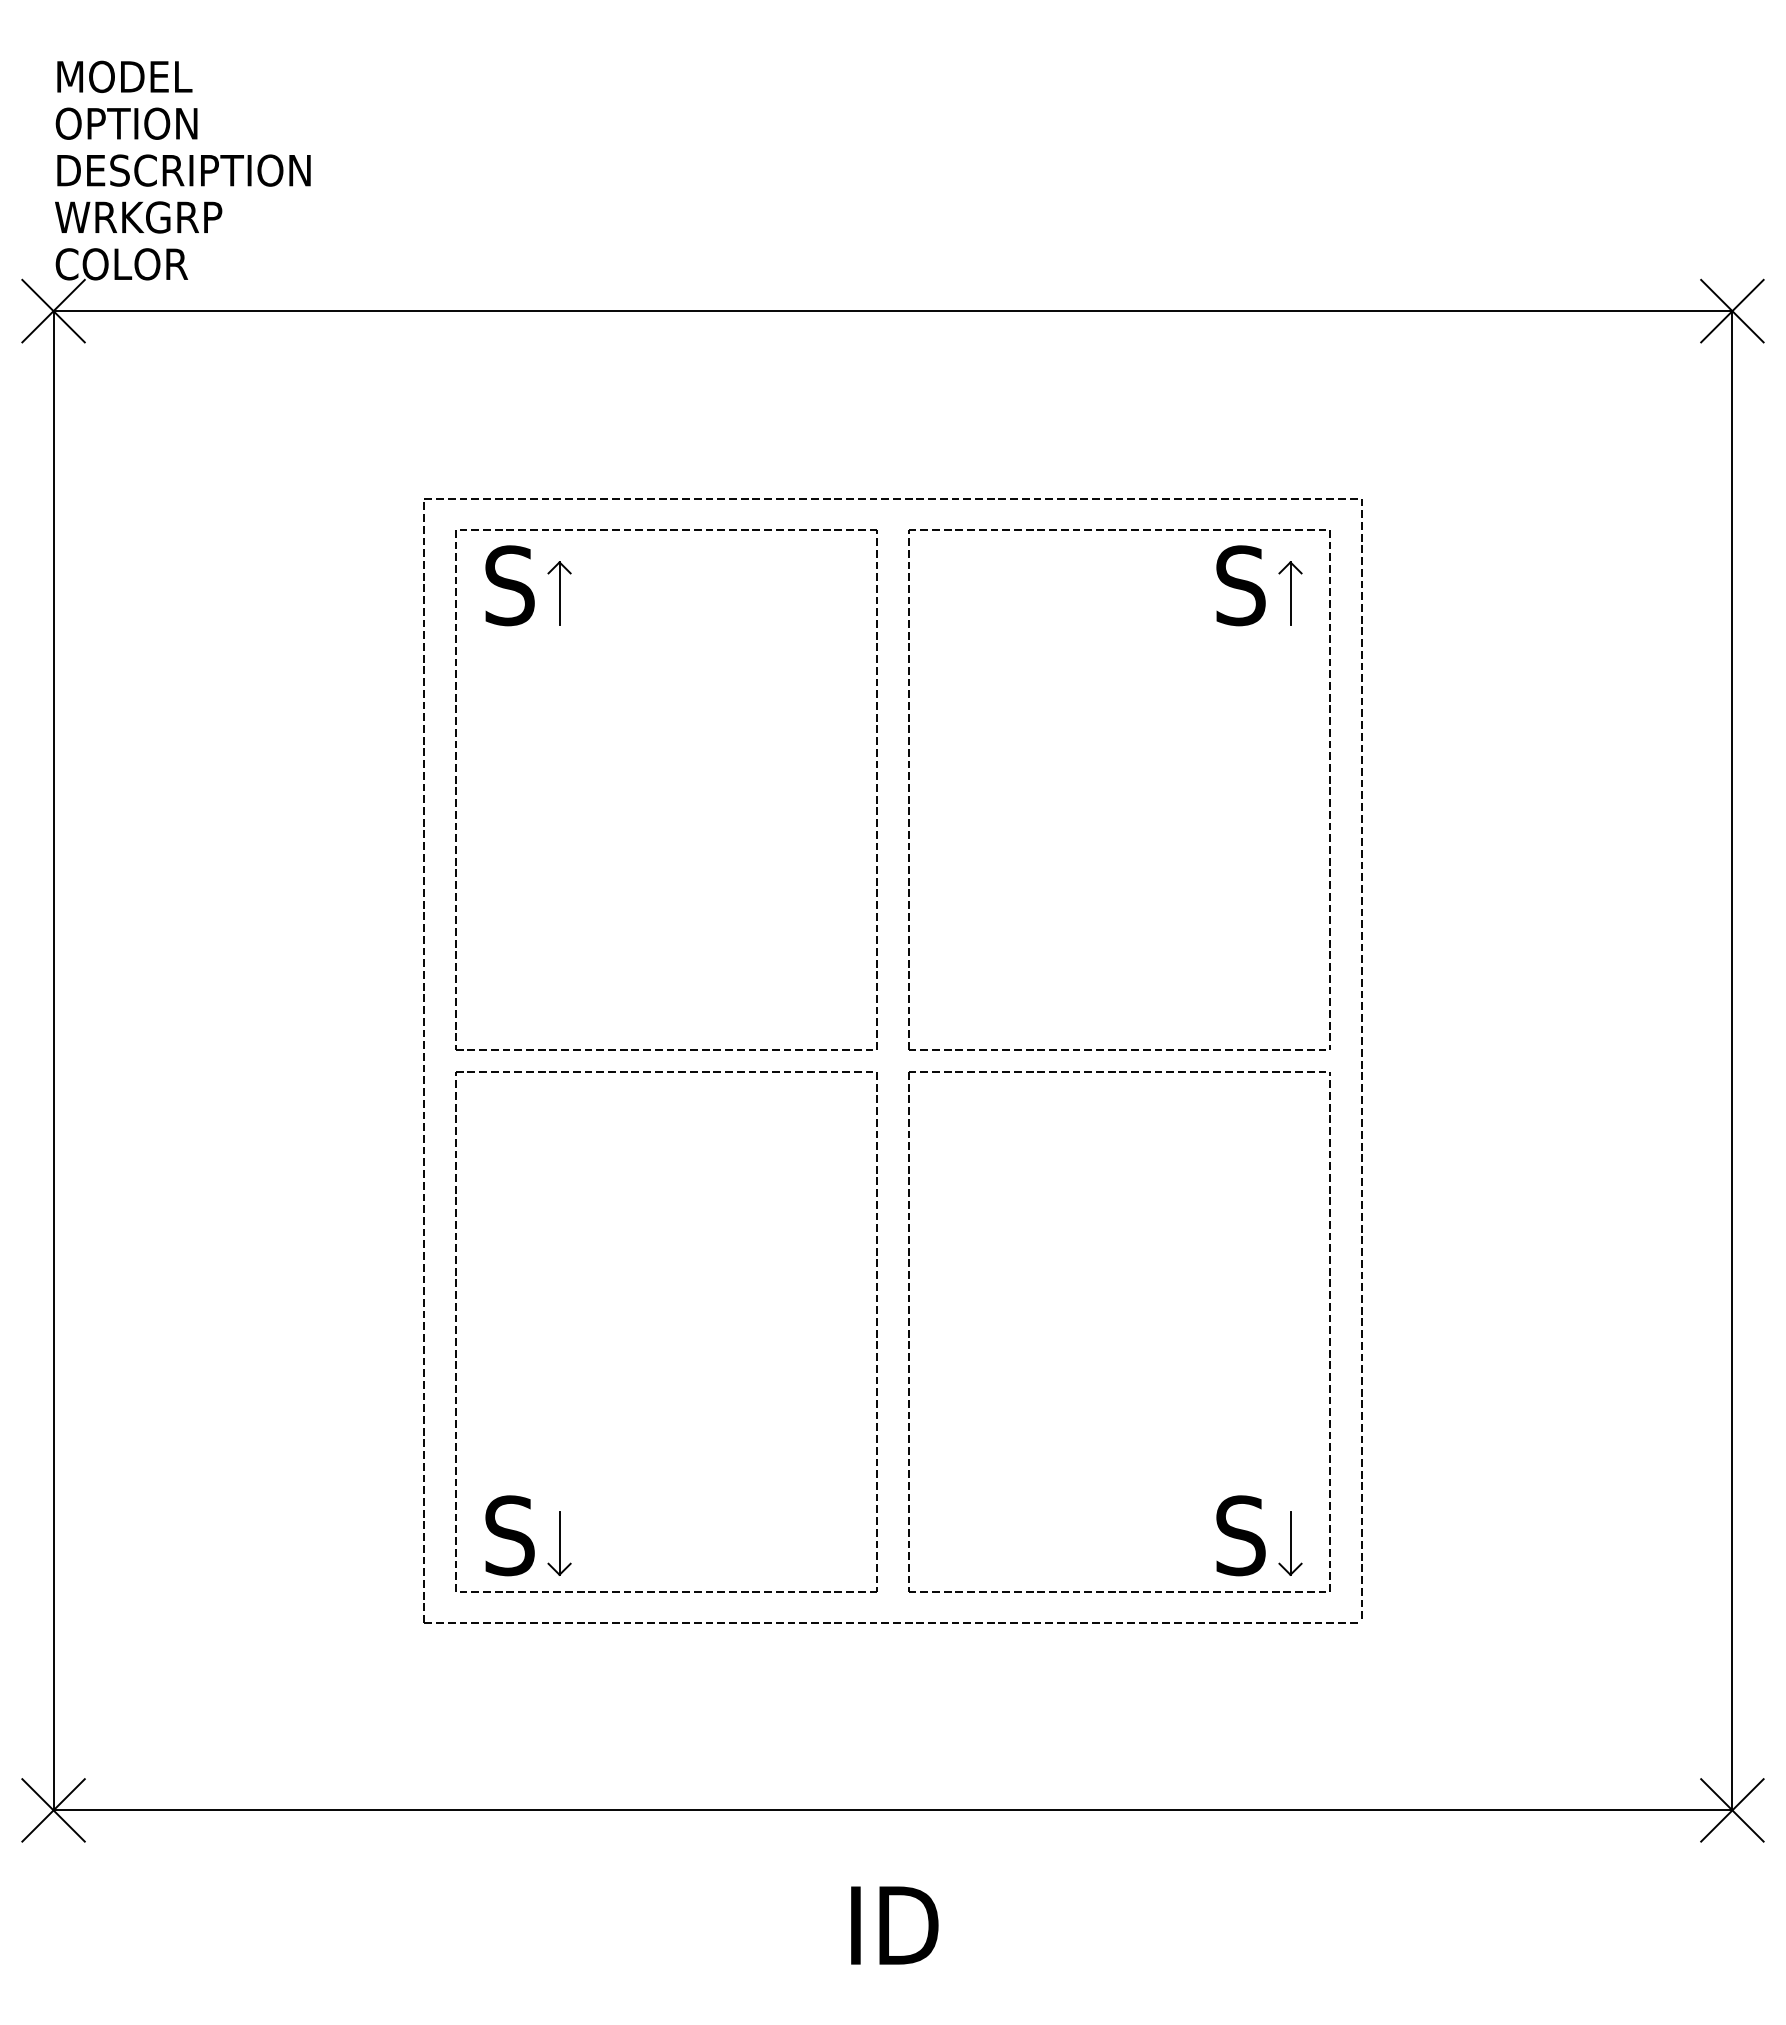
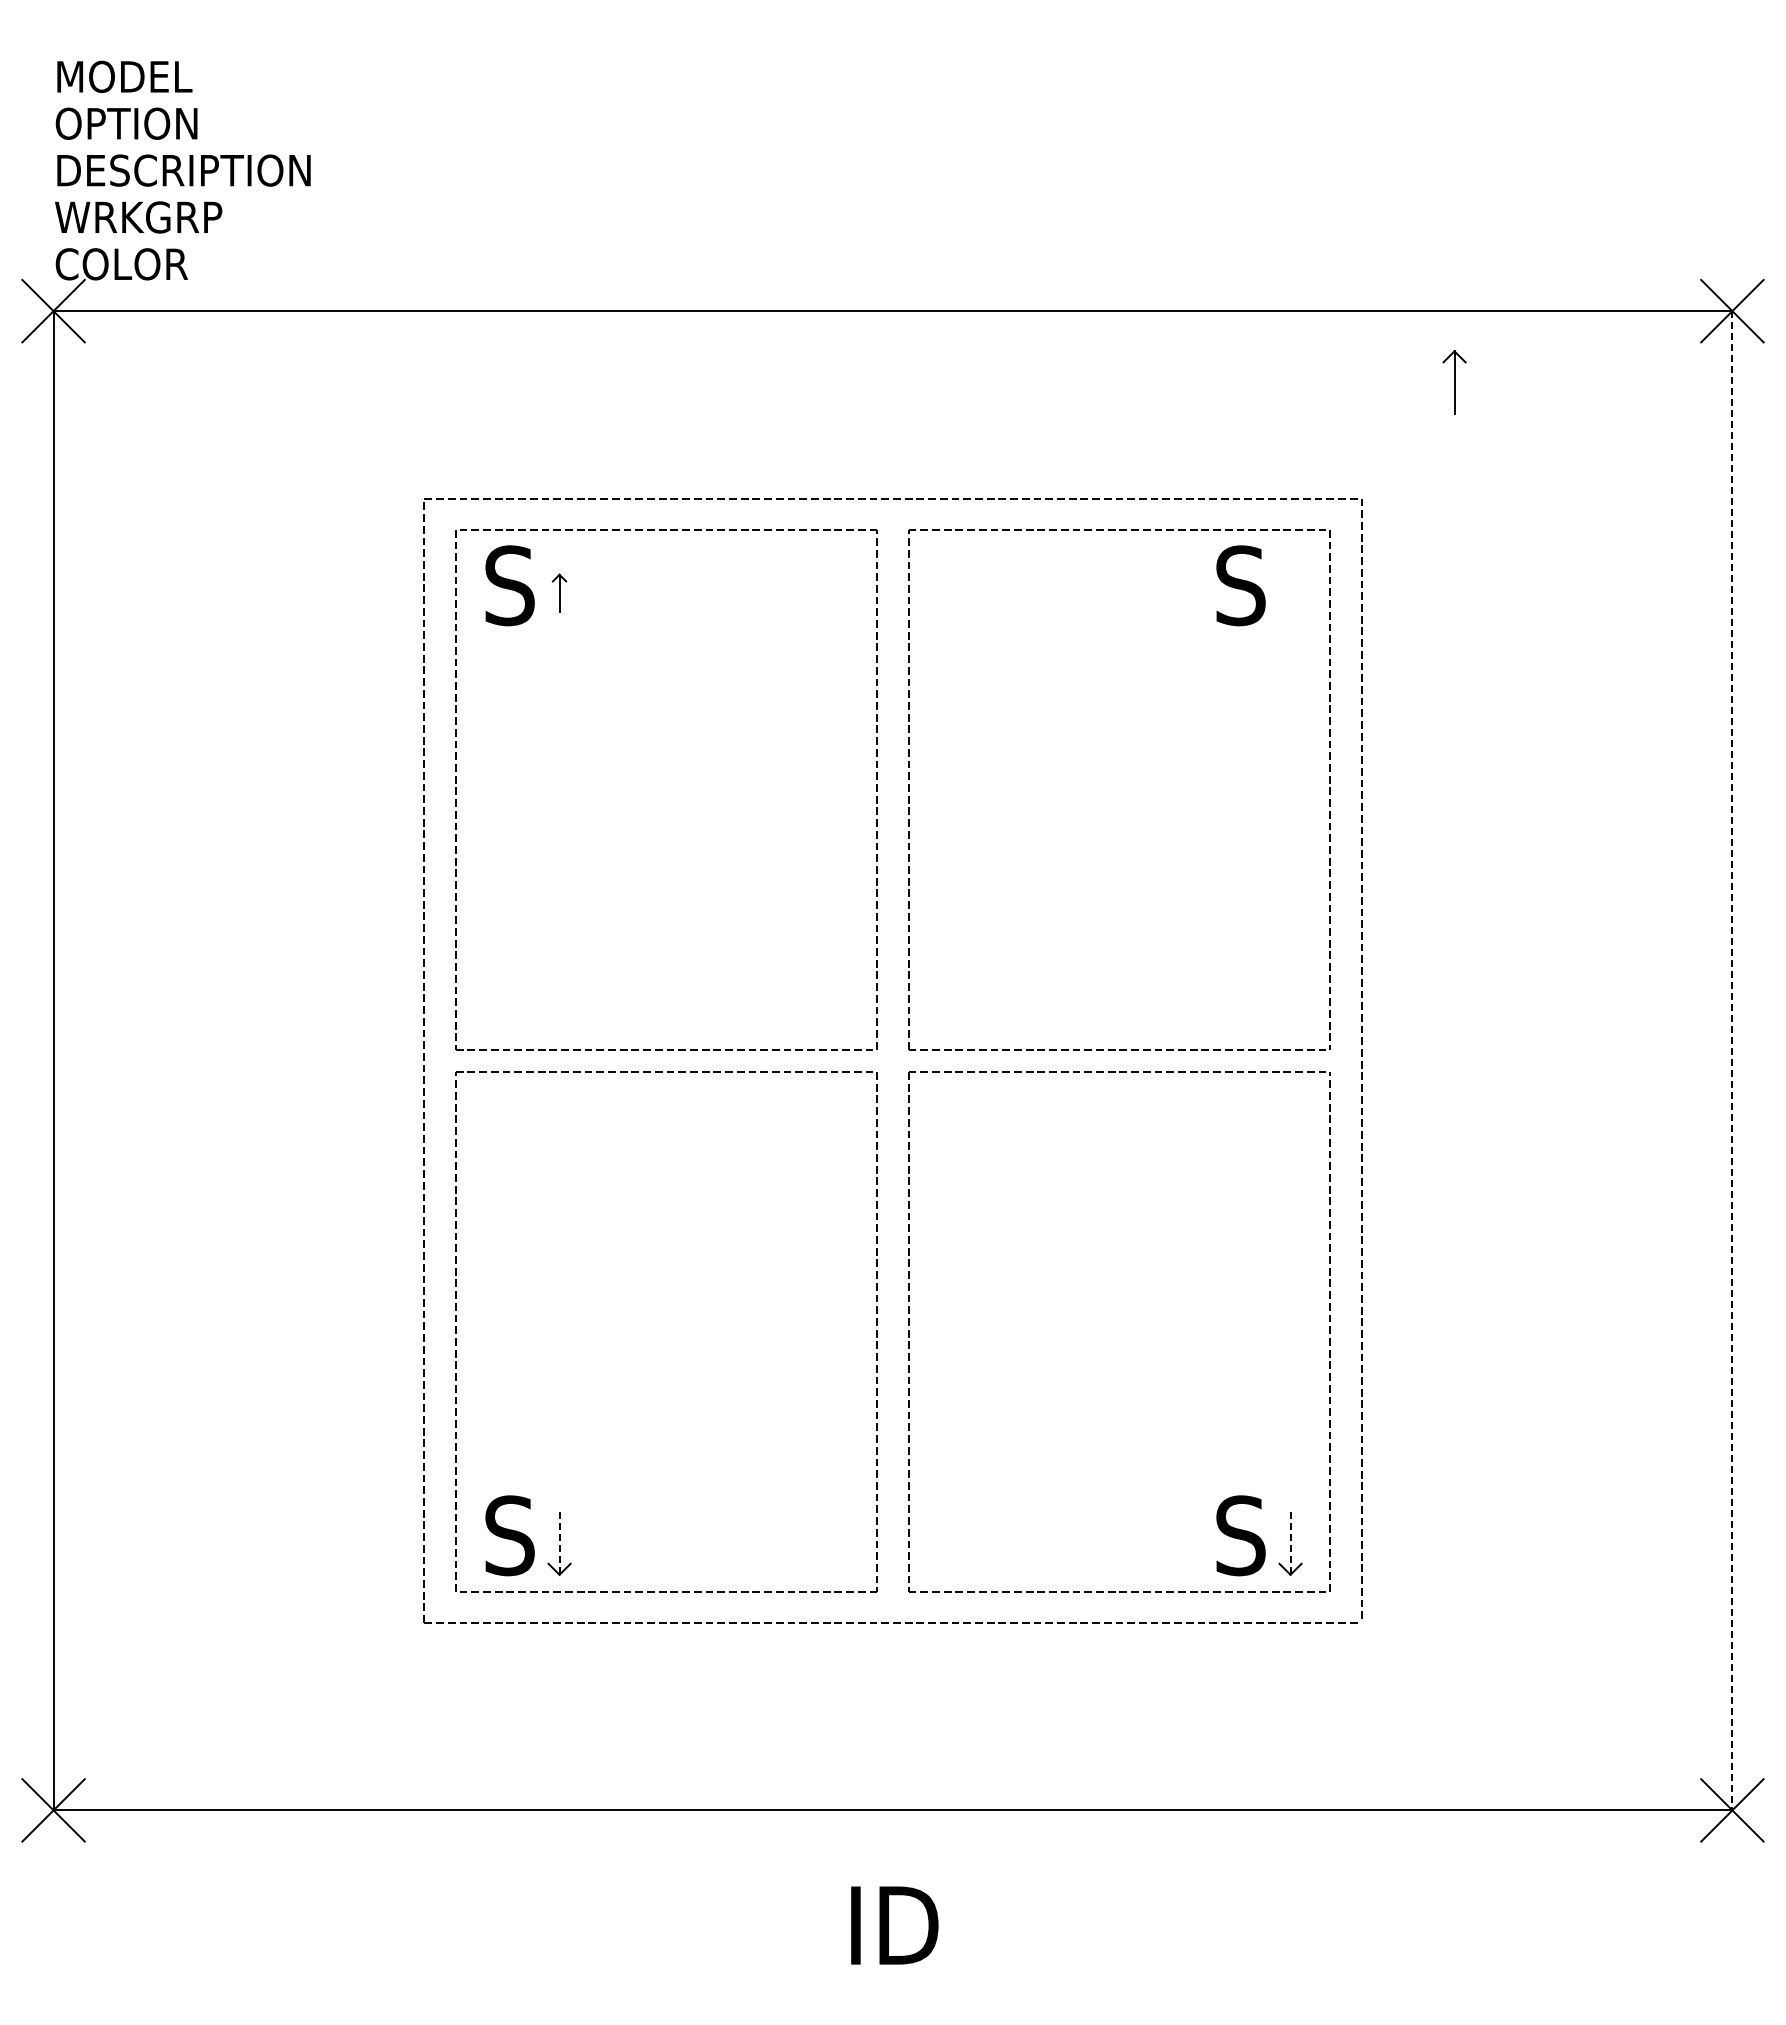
part at (559, 593) size: 25x65 px -> 17x40 px
part at (1290, 593) position: (1290, 593) -> (1454, 382)
line at (1732, 1060): solid -> dashed
line at (559, 1544): solid -> dashed
line at (1290, 1544): solid -> dashed
